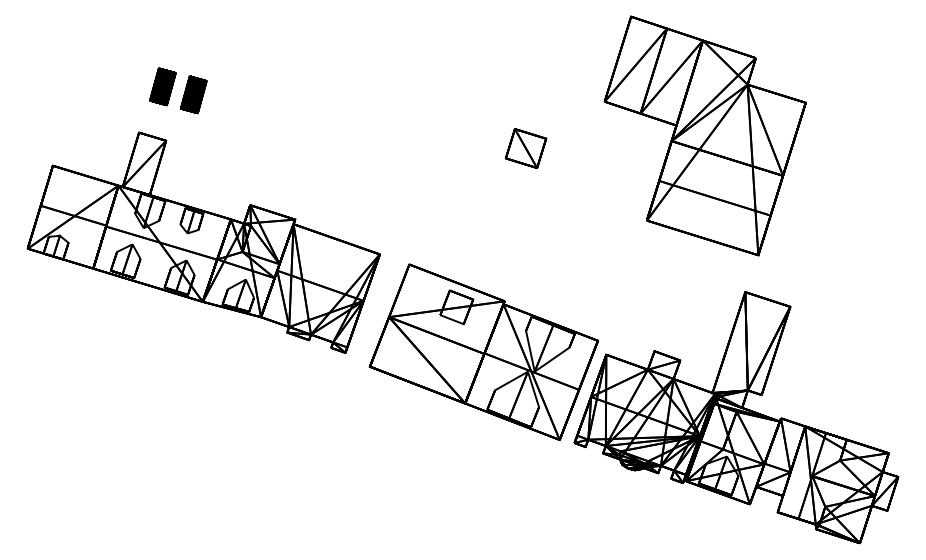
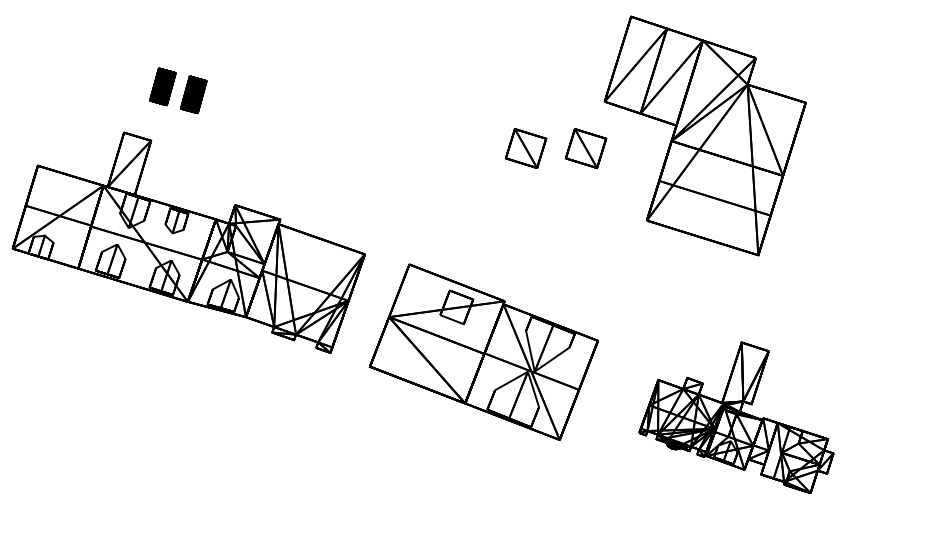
part at (585, 148): none -> present
part at (203, 242) position: (203, 242) -> (188, 242)
part at (736, 417) size: 327x254 px -> 197x153 px
